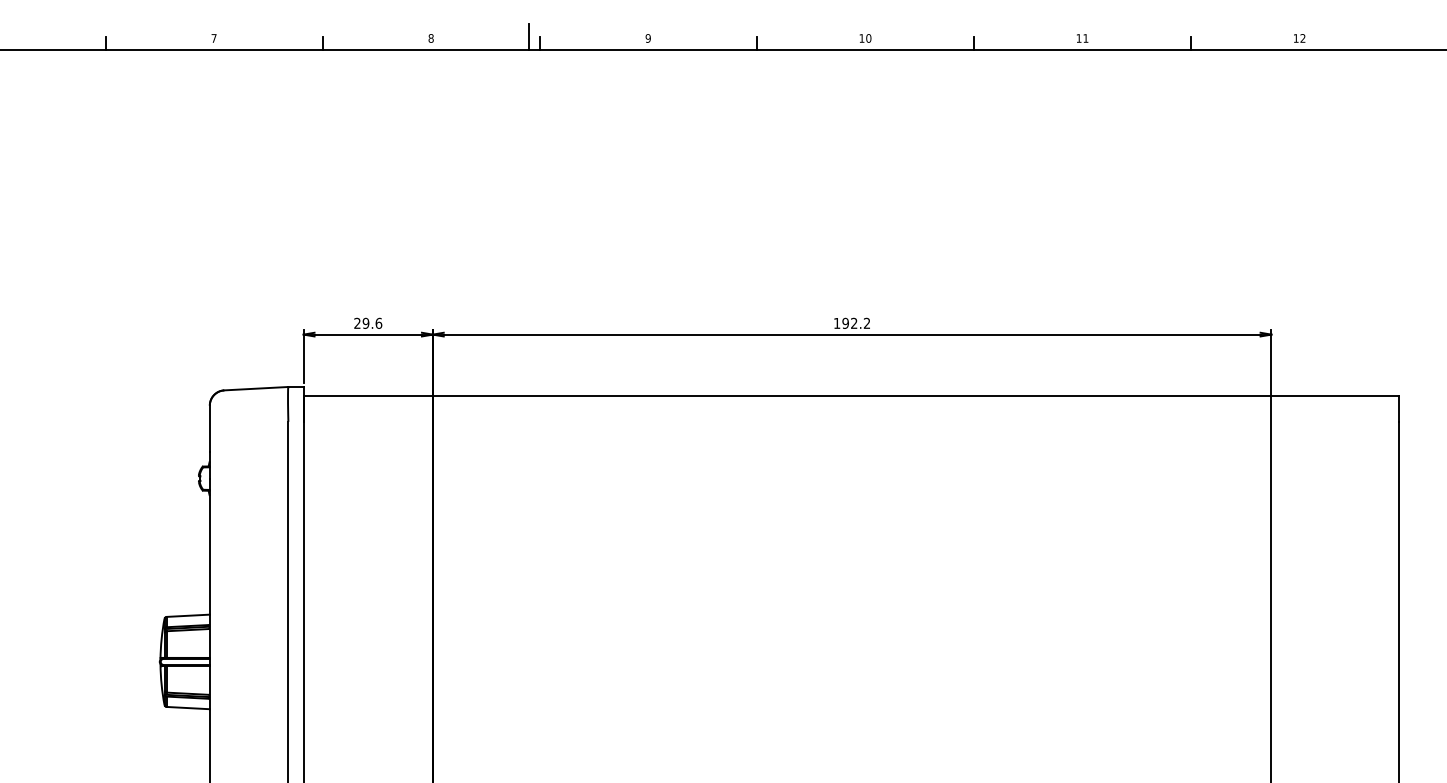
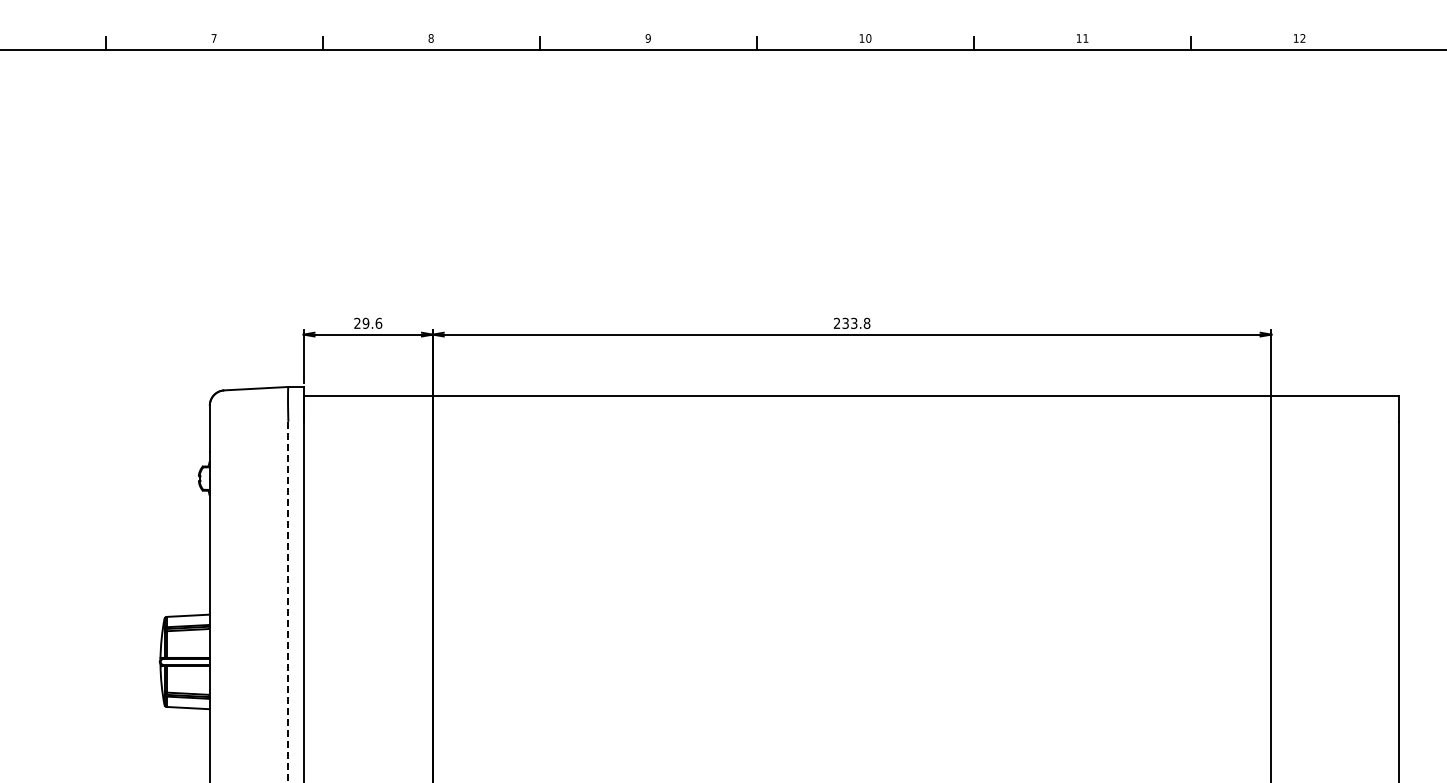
line at (528, 36): present -> none
text at (851, 322): 192.2 -> 233.8
line at (288, 602): solid -> dashed
